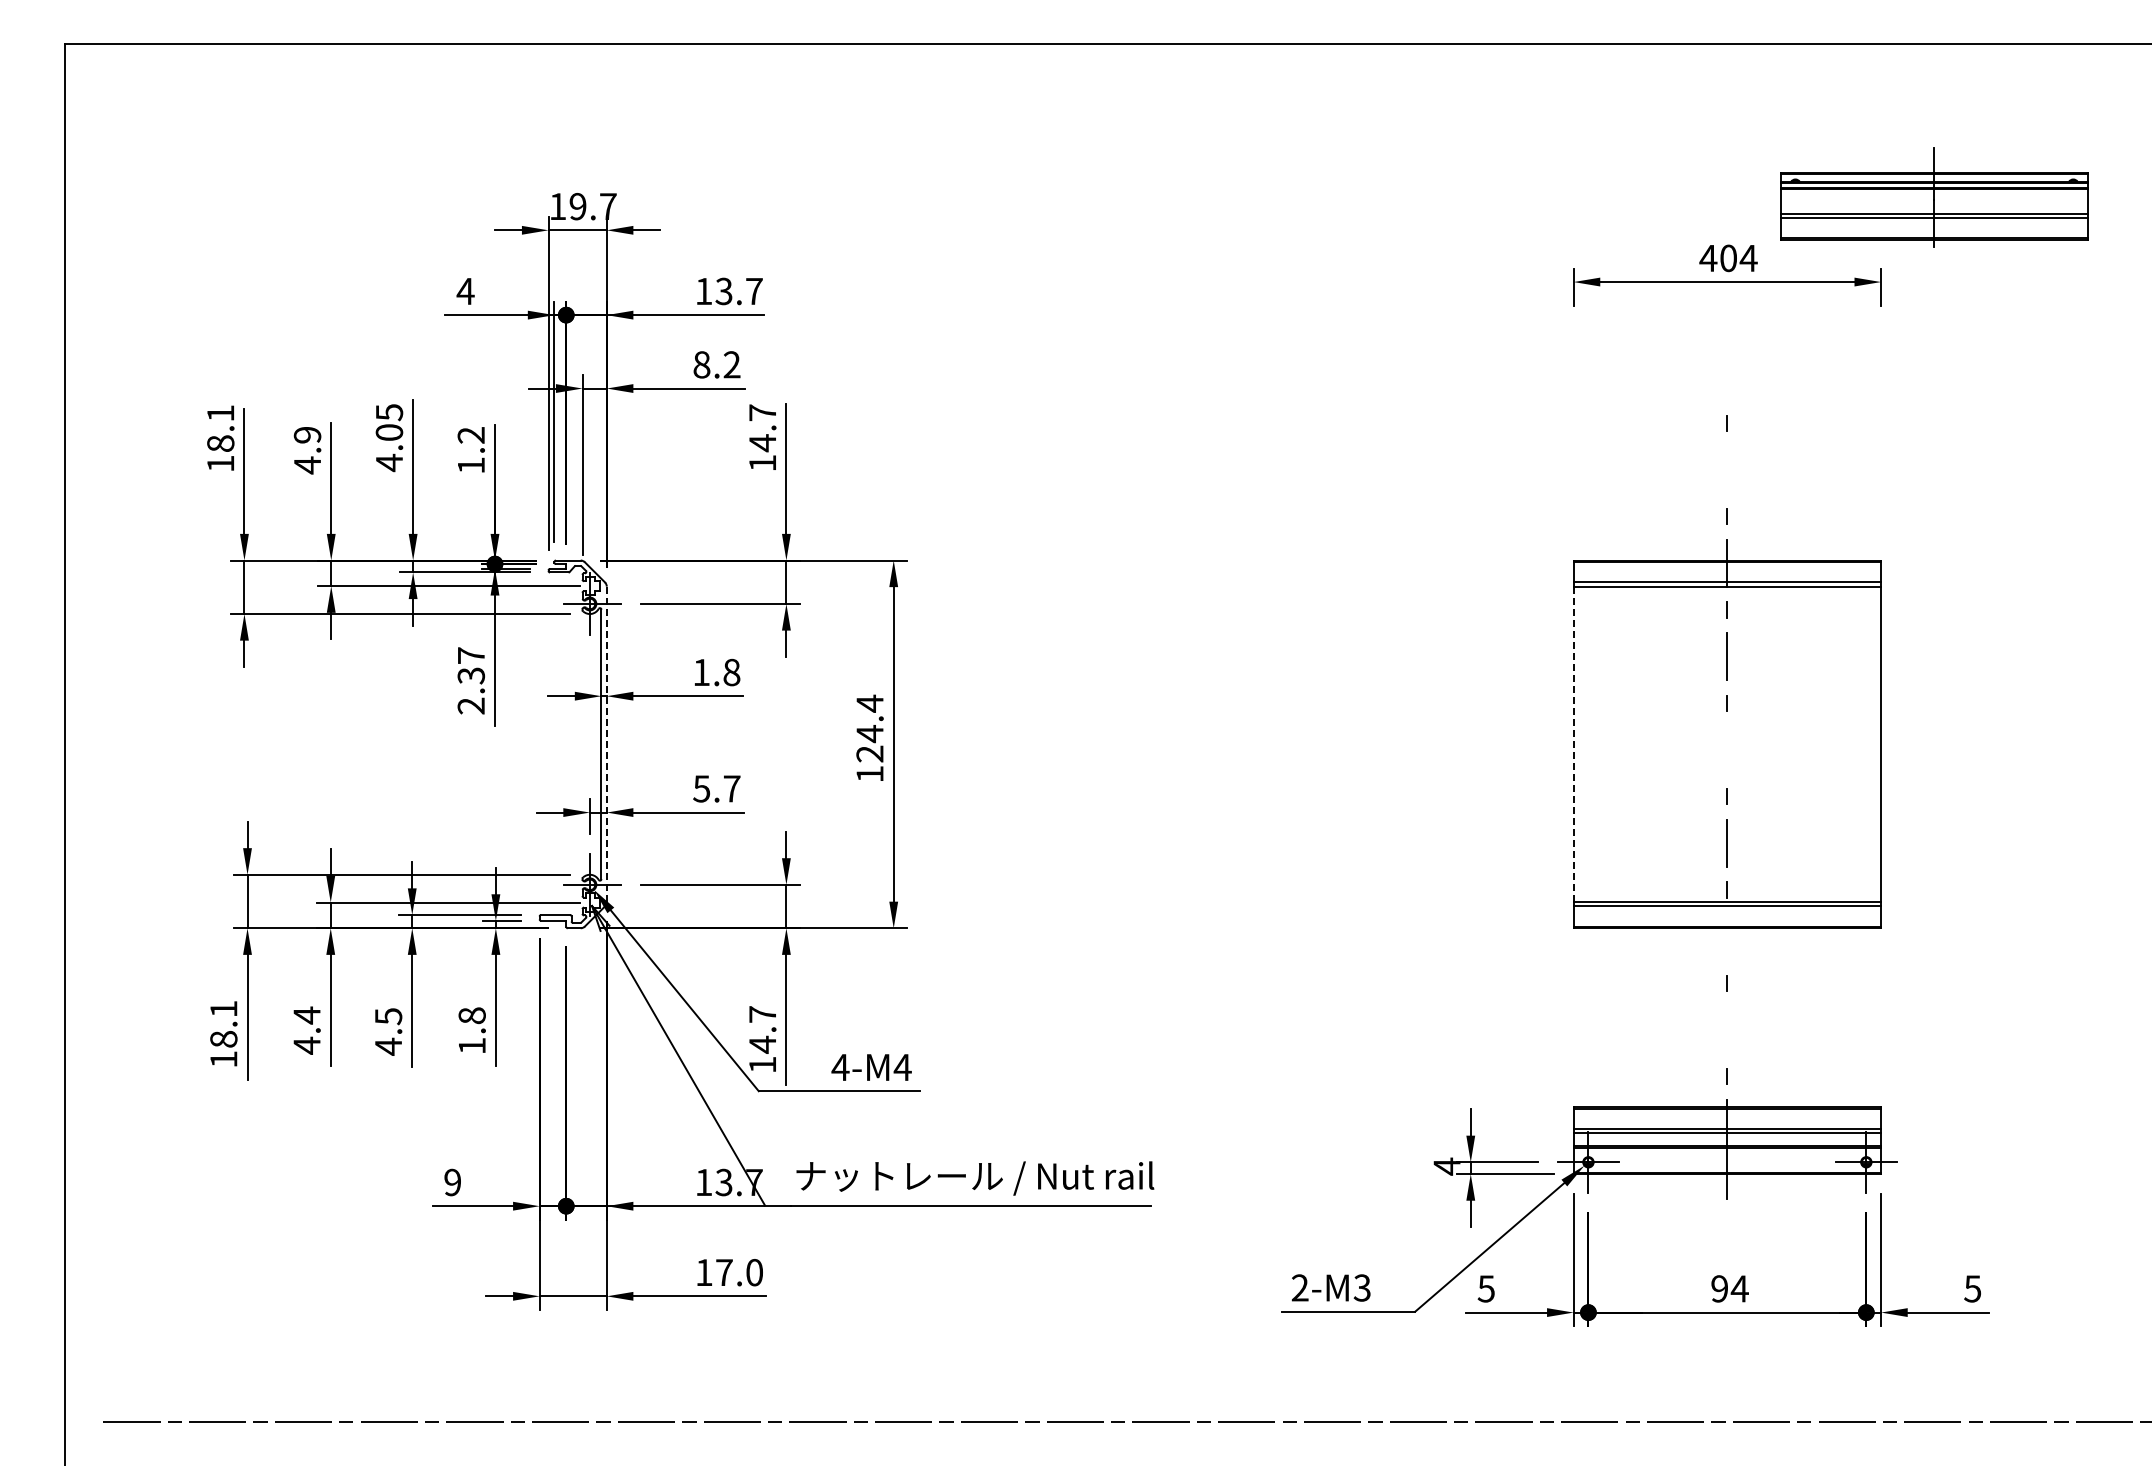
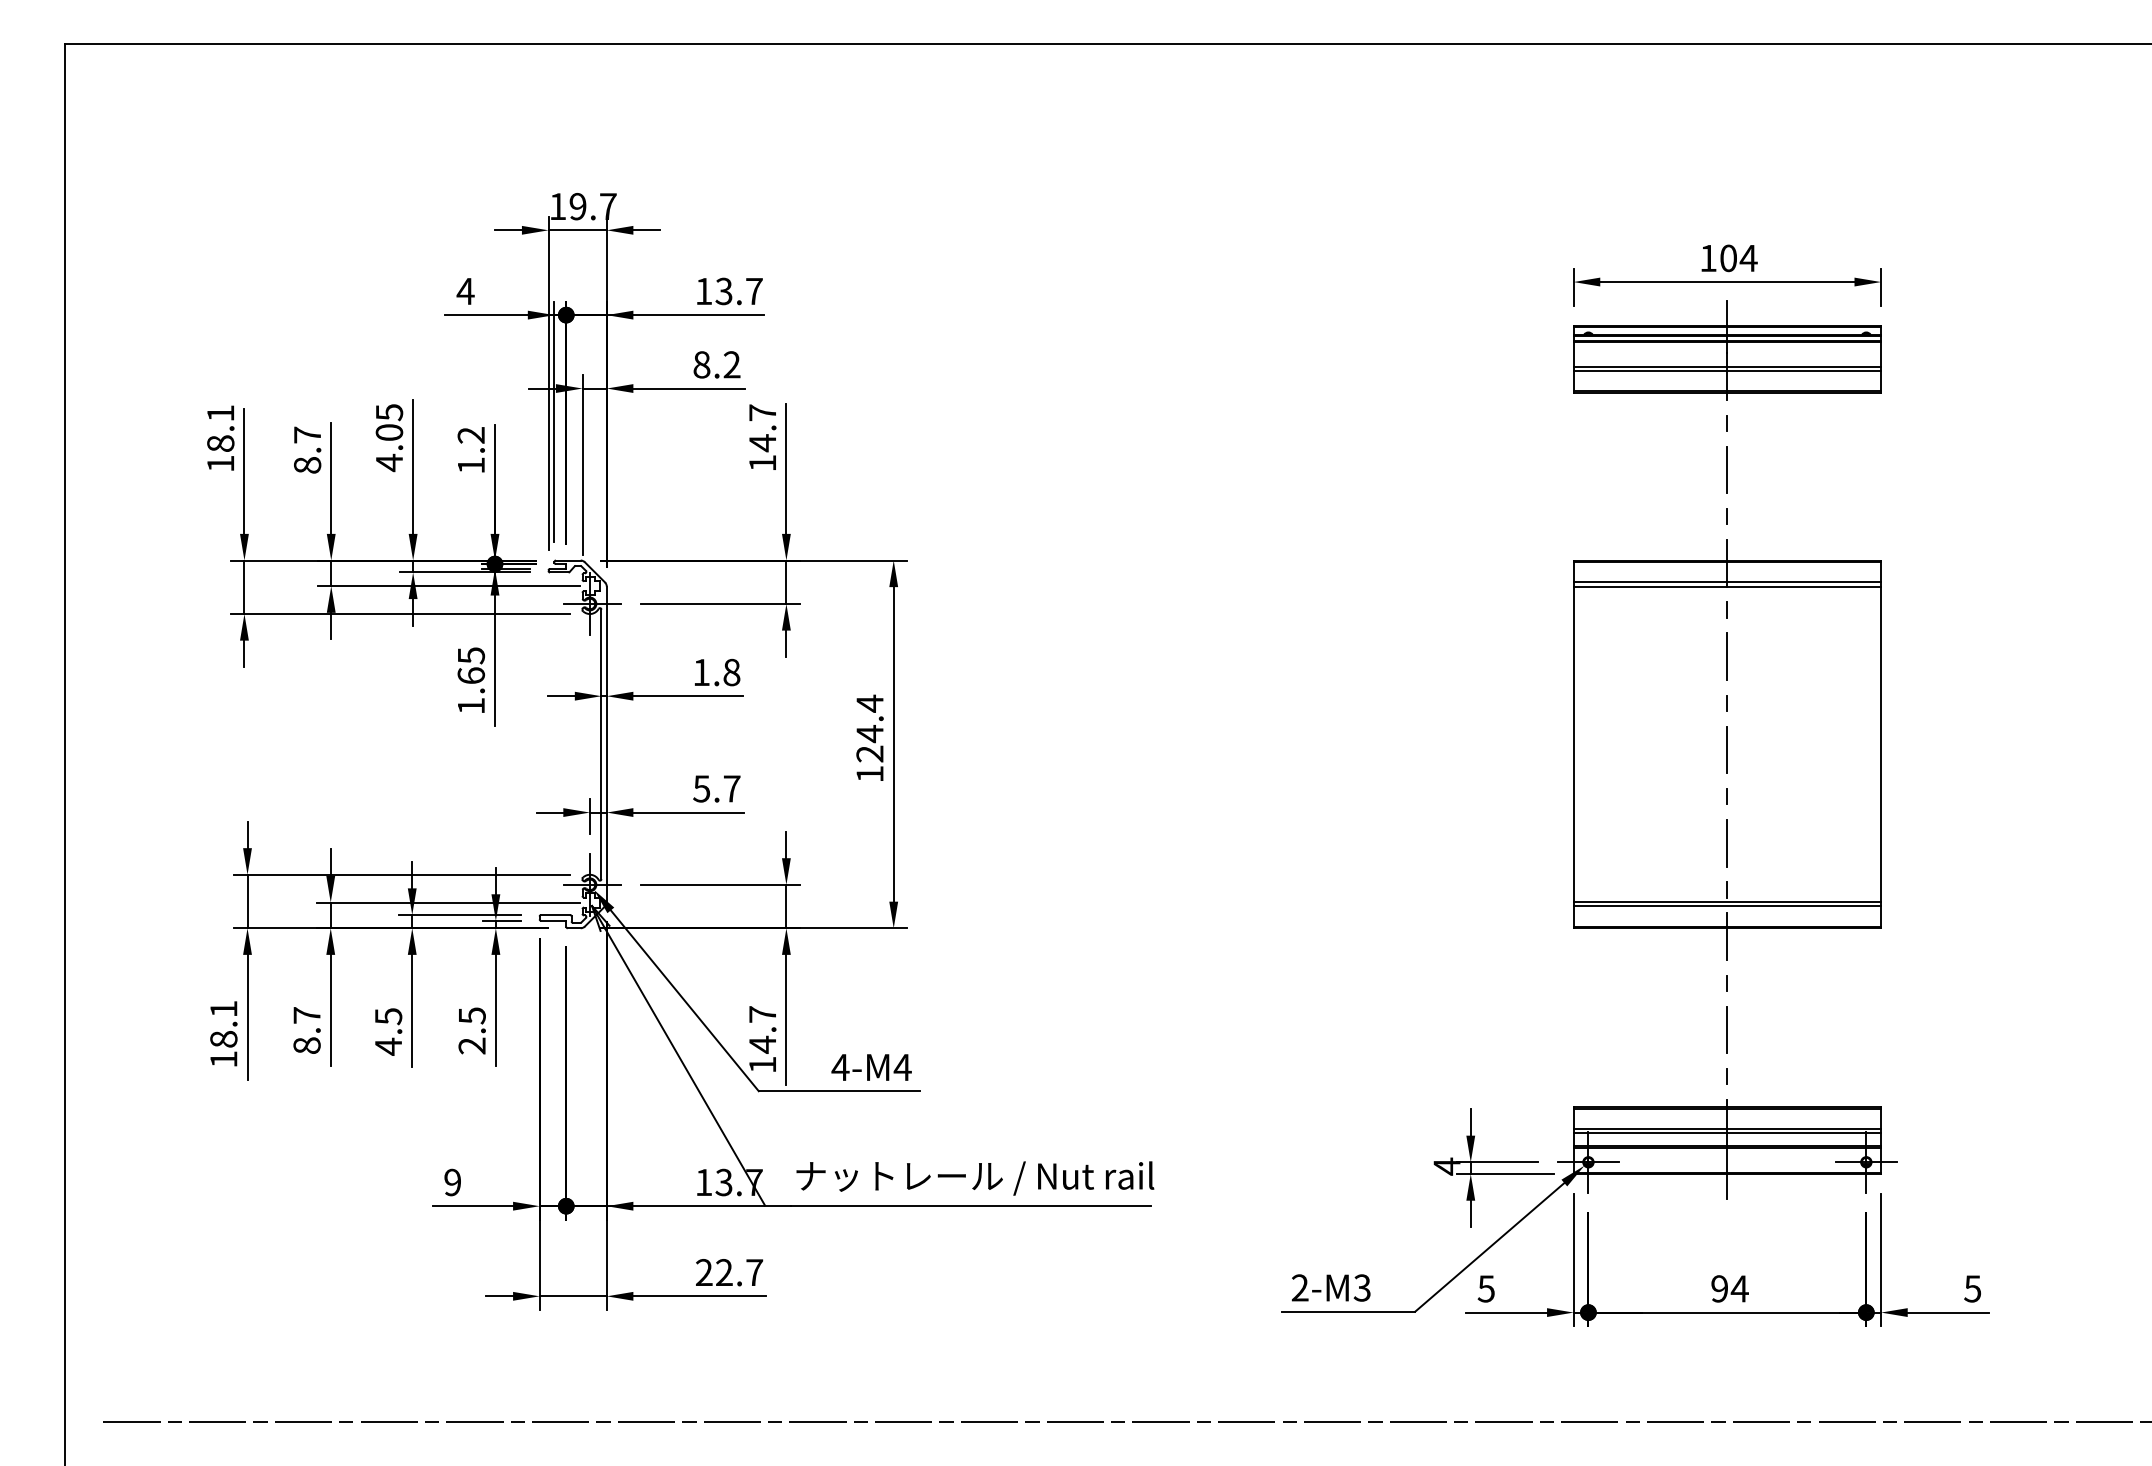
part at (1934, 197) position: (1934, 197) -> (1727, 350)
text at (1708, 258): 404 -> 104
text at (307, 450): 4.9 -> 8.7
line at (1727, 469): none -> present
text at (471, 680): 2.37 -> 1.65
line at (606, 744): dashed -> solid
line at (1573, 744): dashed -> solid
line at (1727, 749): none -> present
line at (1727, 936): none -> present
line at (1727, 1029): none -> present
text at (306, 1030): 4.4 -> 8.7
text at (471, 1030): 1.8 -> 2.5
text at (729, 1272): 17.0 -> 22.7
